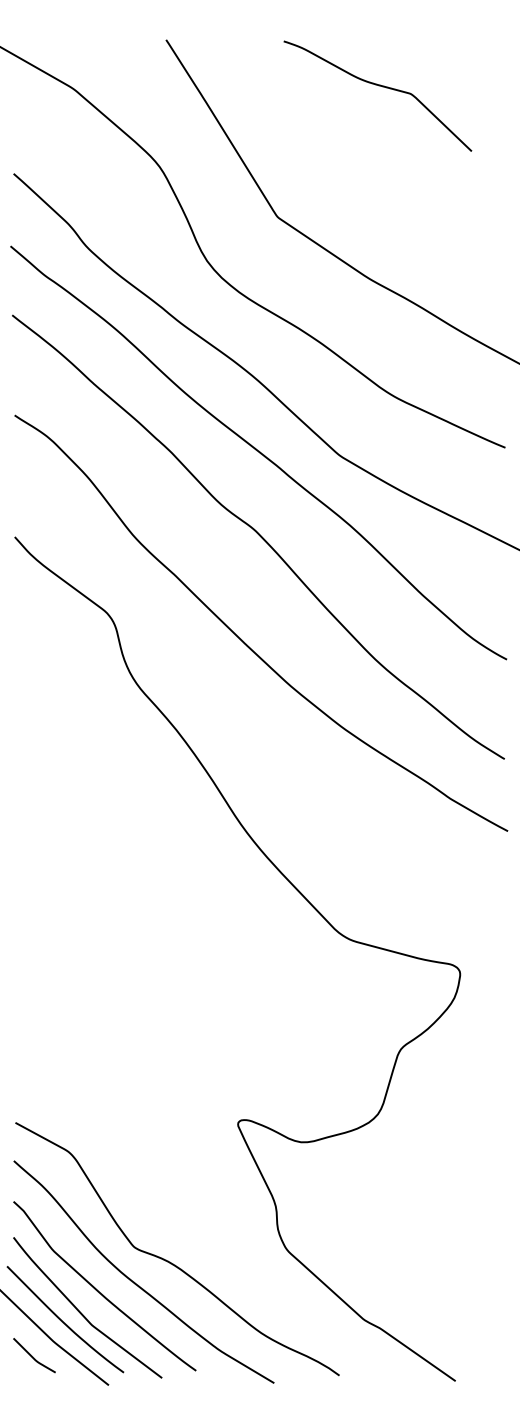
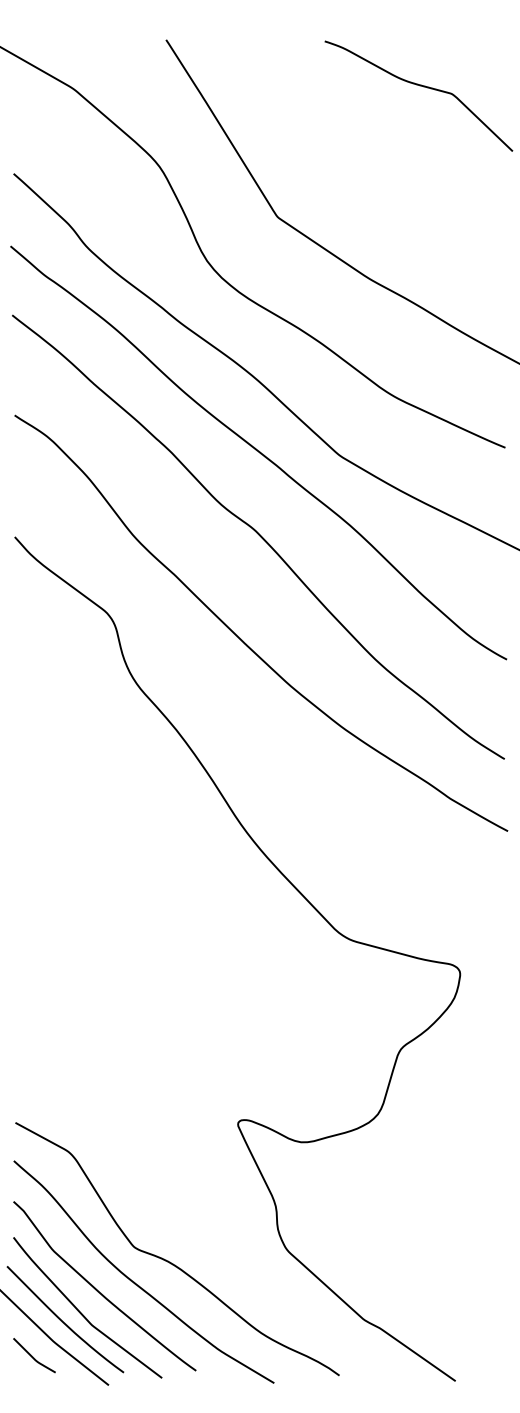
curve at (378, 86) position: (378, 86) -> (419, 86)
